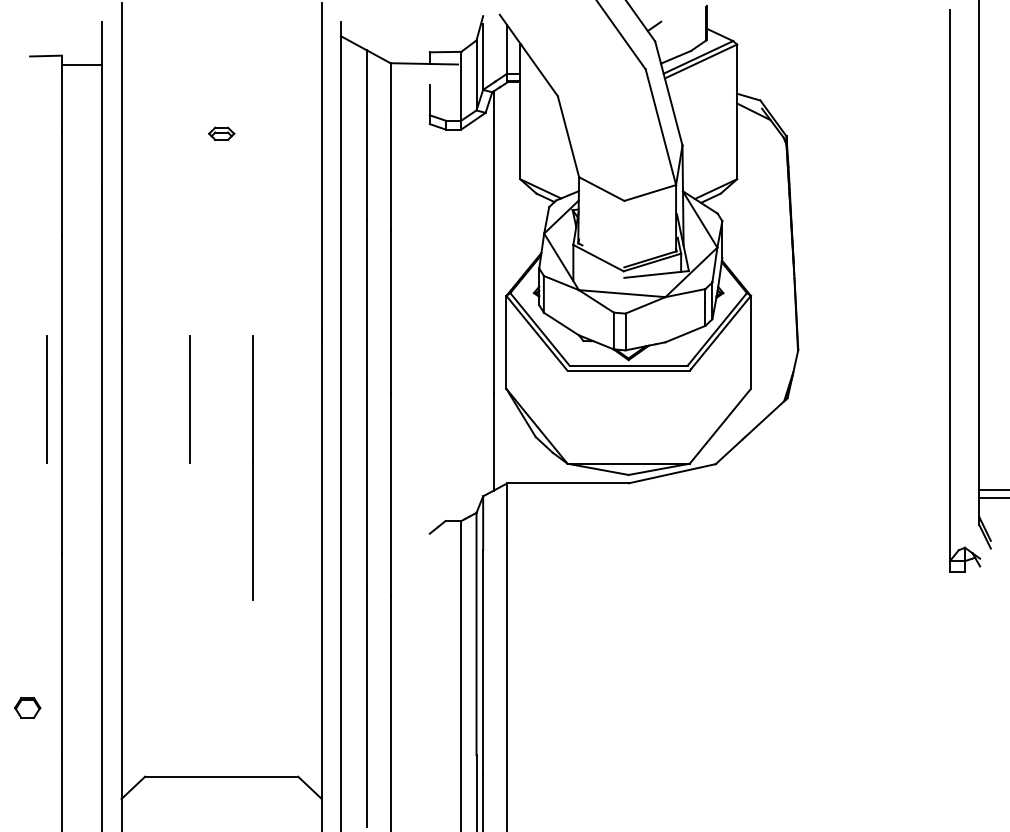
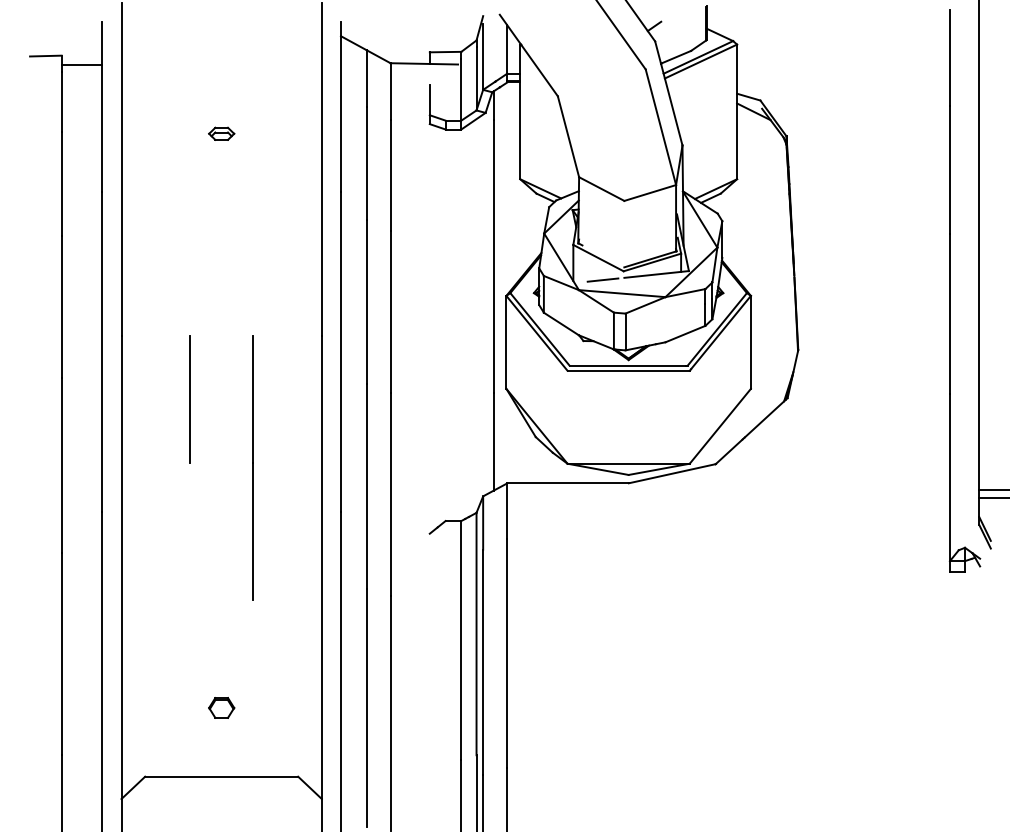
line at (602, 279): none -> present
line at (46, 399): present -> none
part at (27, 707) position: (27, 707) -> (221, 707)
